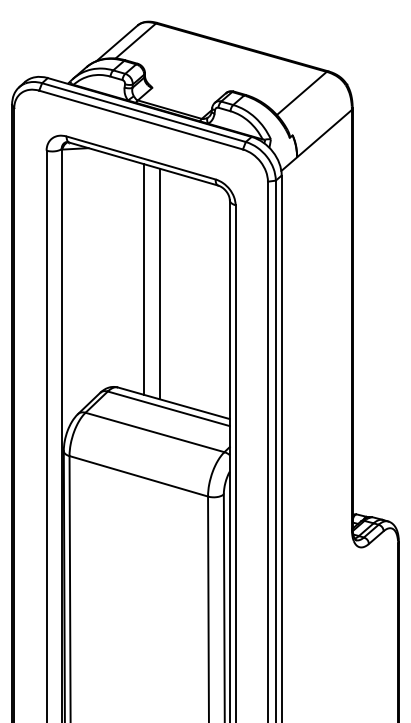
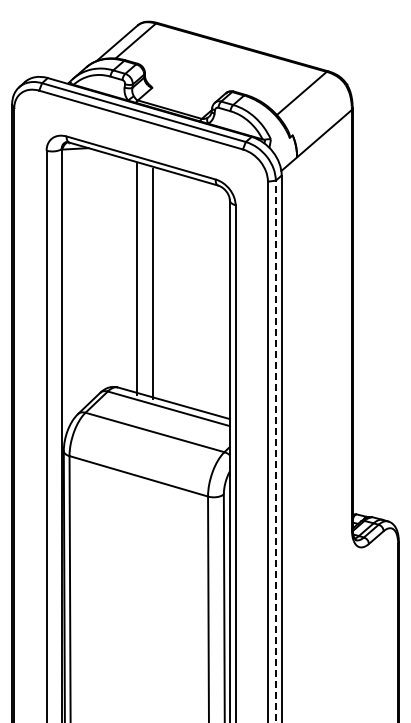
line at (144, 279) position: (144, 279) -> (137, 279)
line at (160, 283) position: (160, 283) -> (153, 283)
line at (275, 451): solid -> dashed
